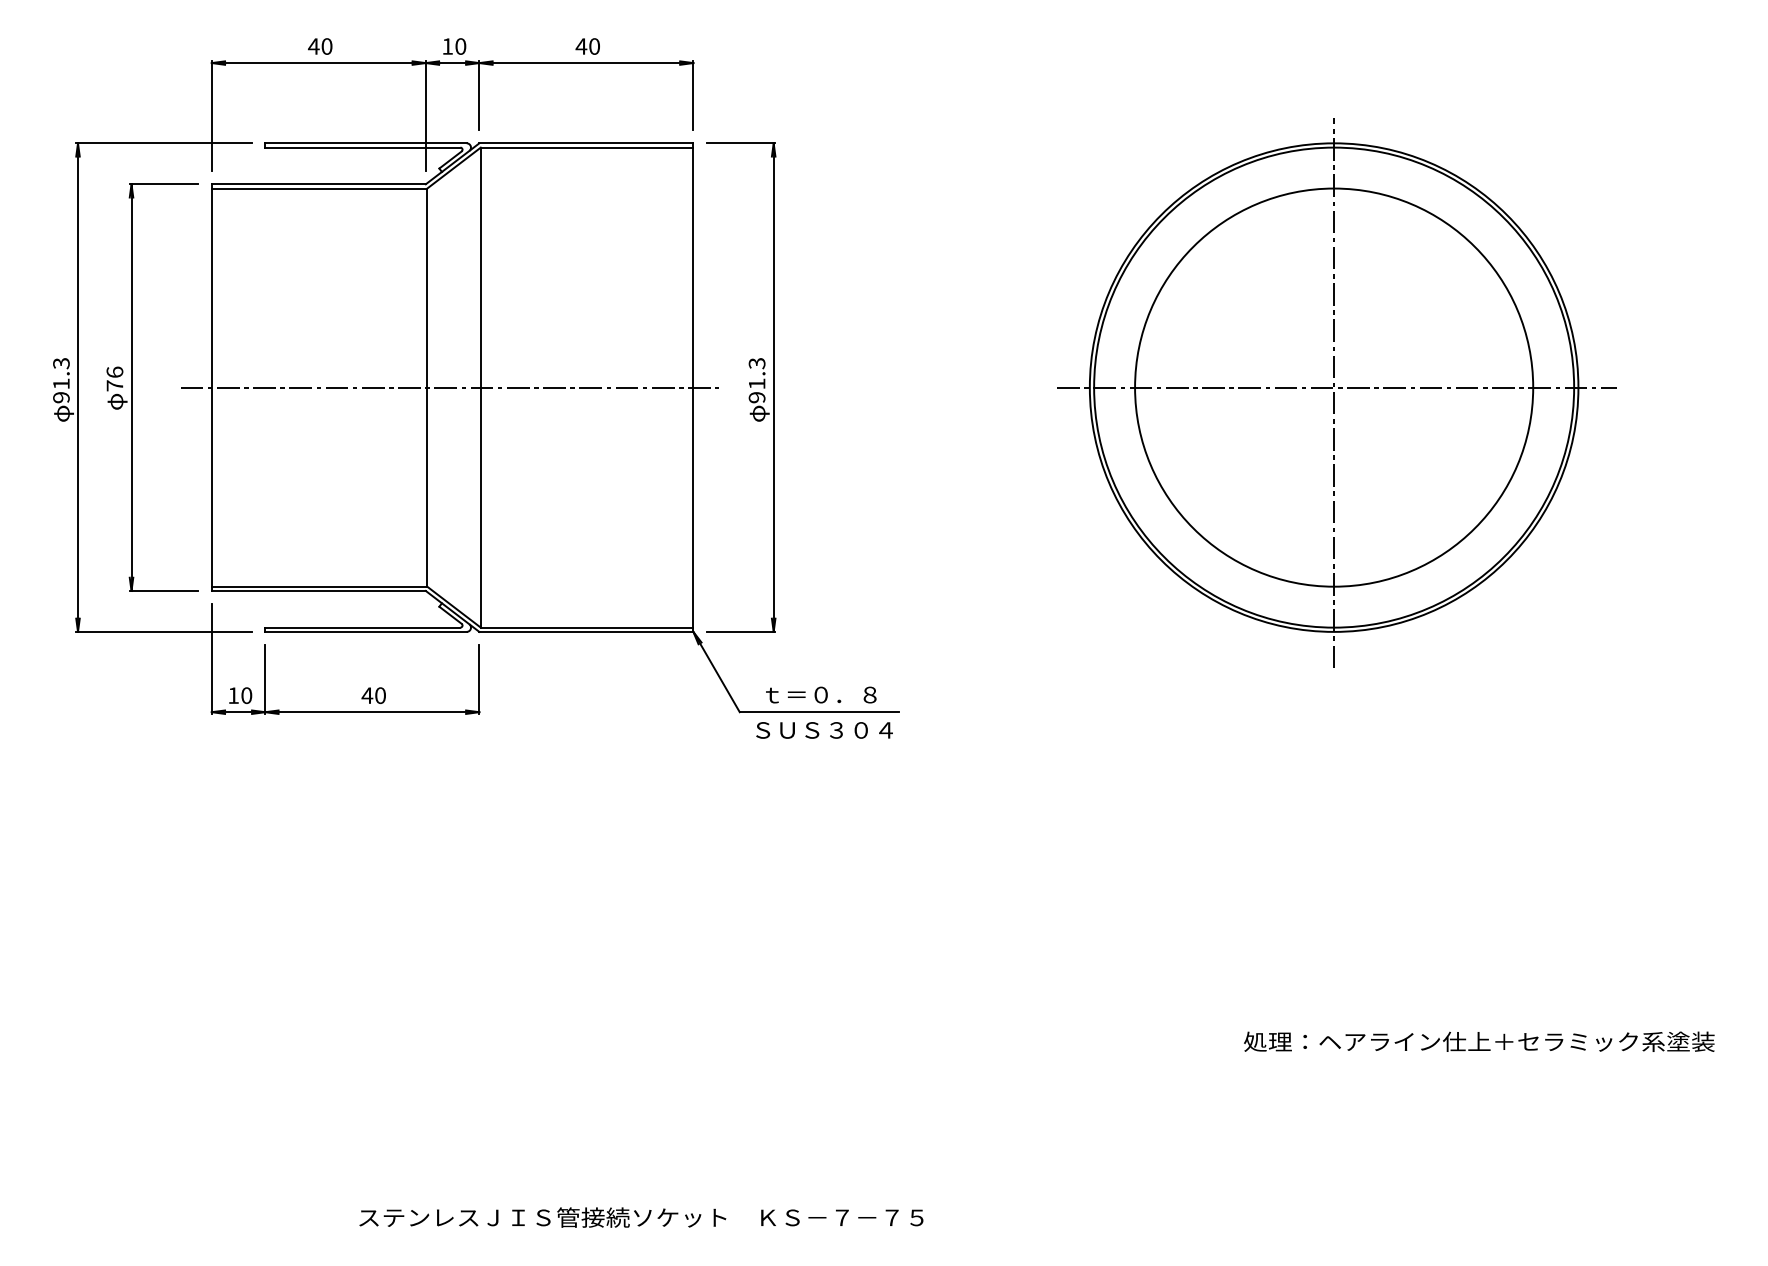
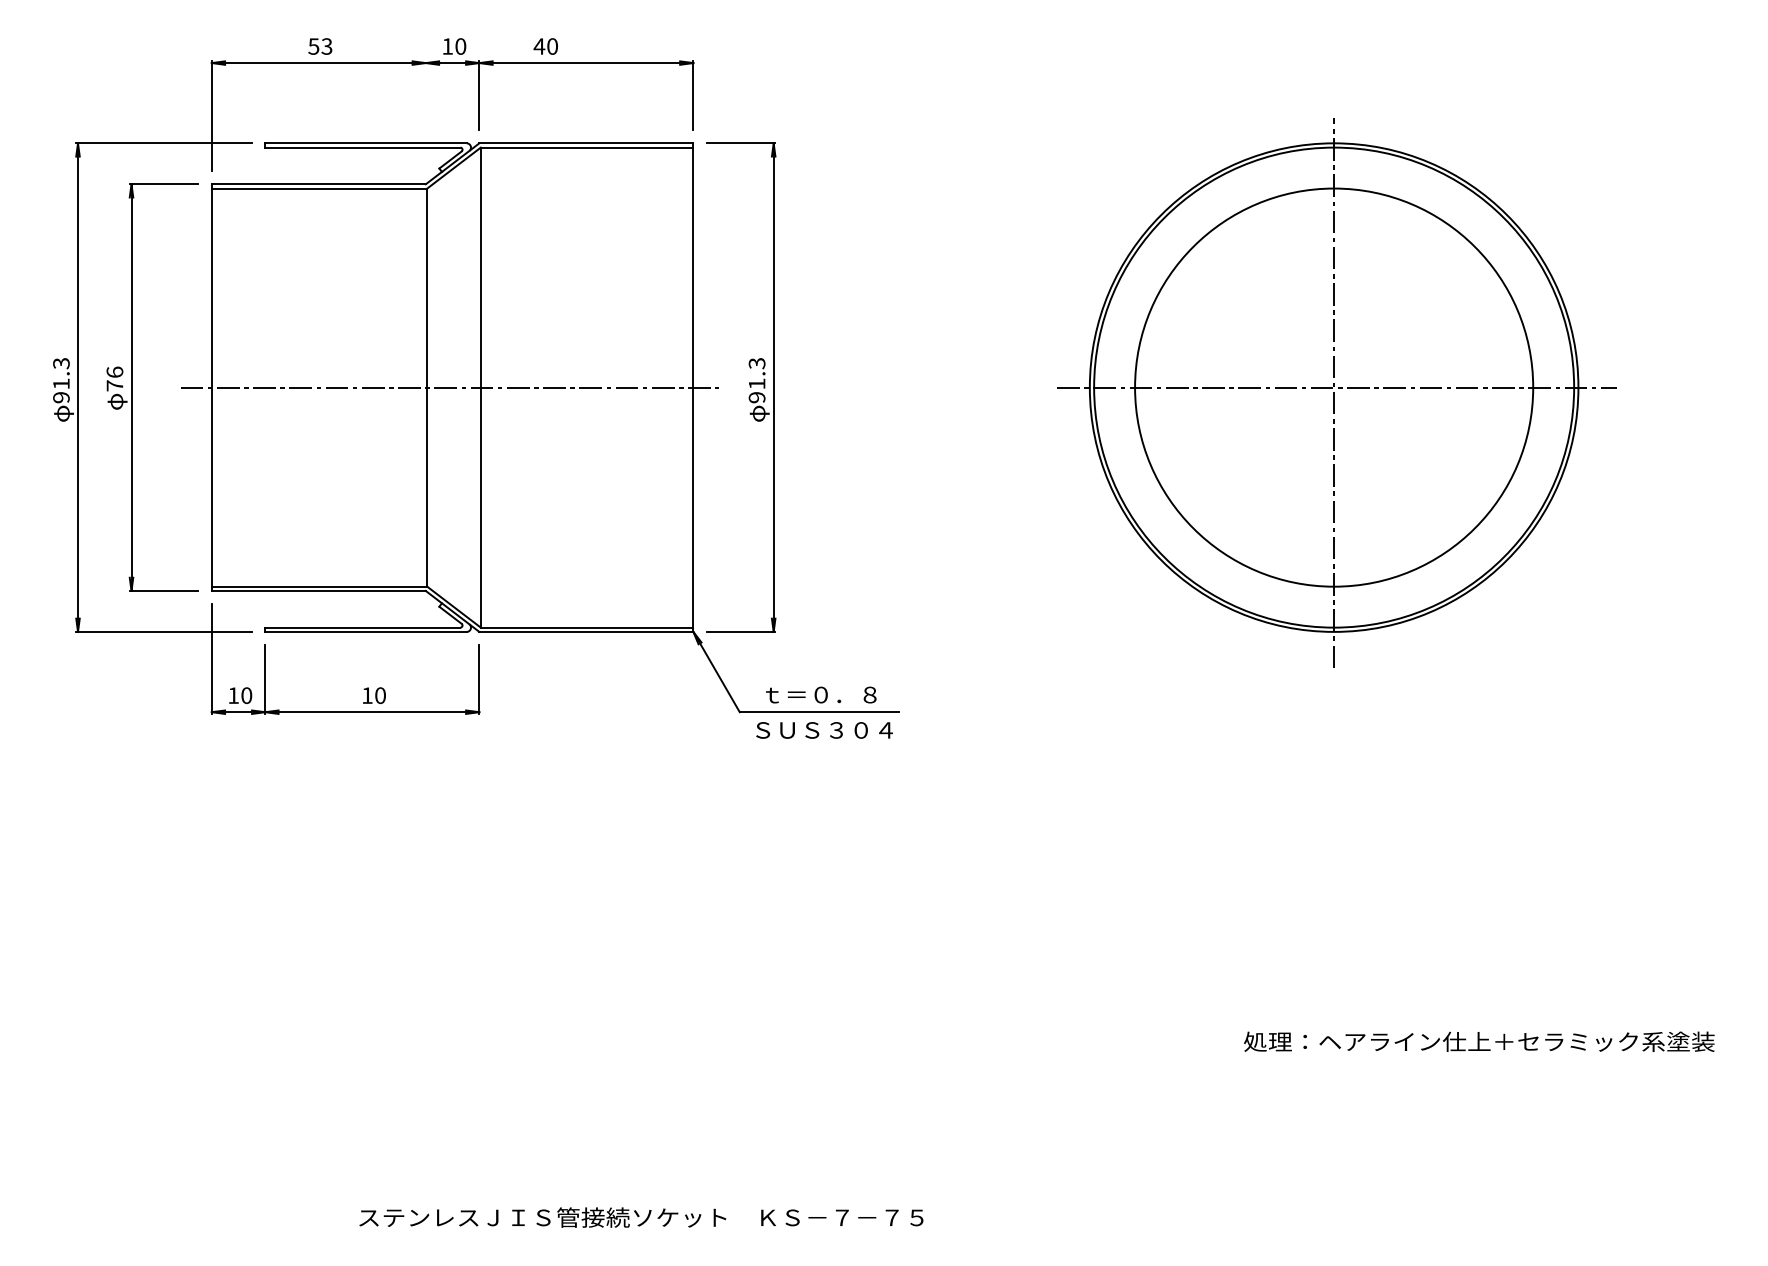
text at (319, 46): 40 -> 53
text at (587, 46) position: (587, 46) -> (545, 46)
line at (425, 115): present -> none
text at (367, 695): 40 -> 10
